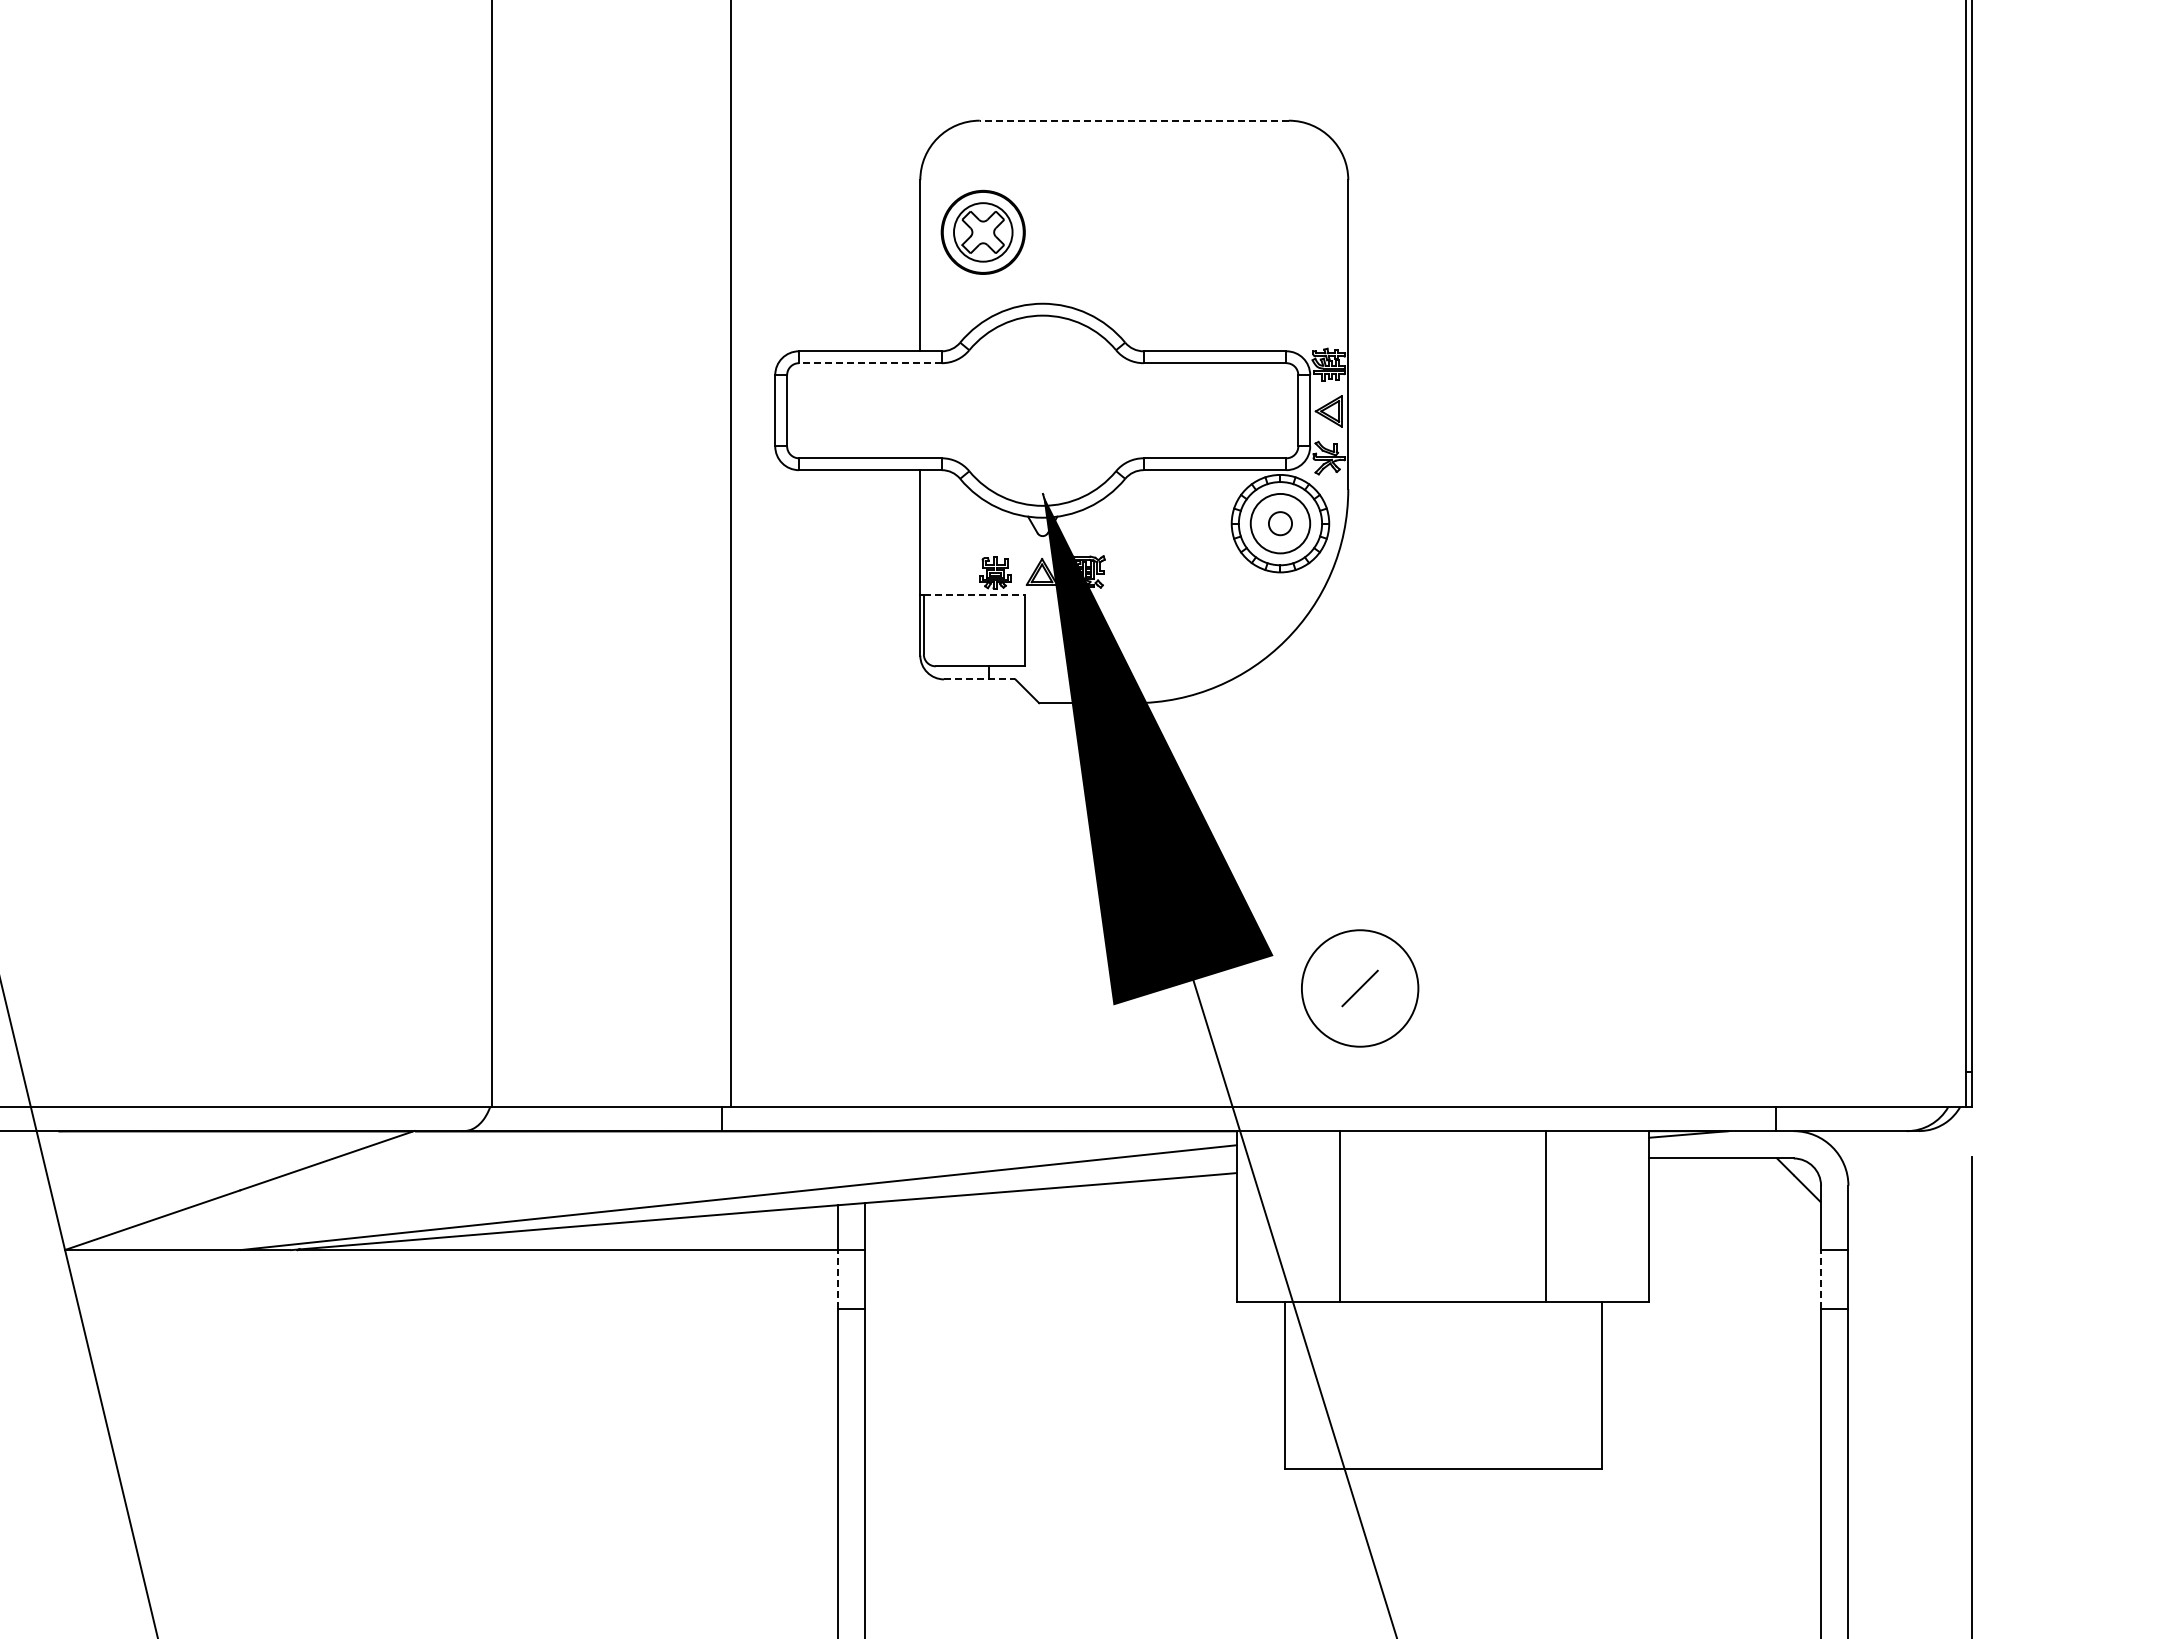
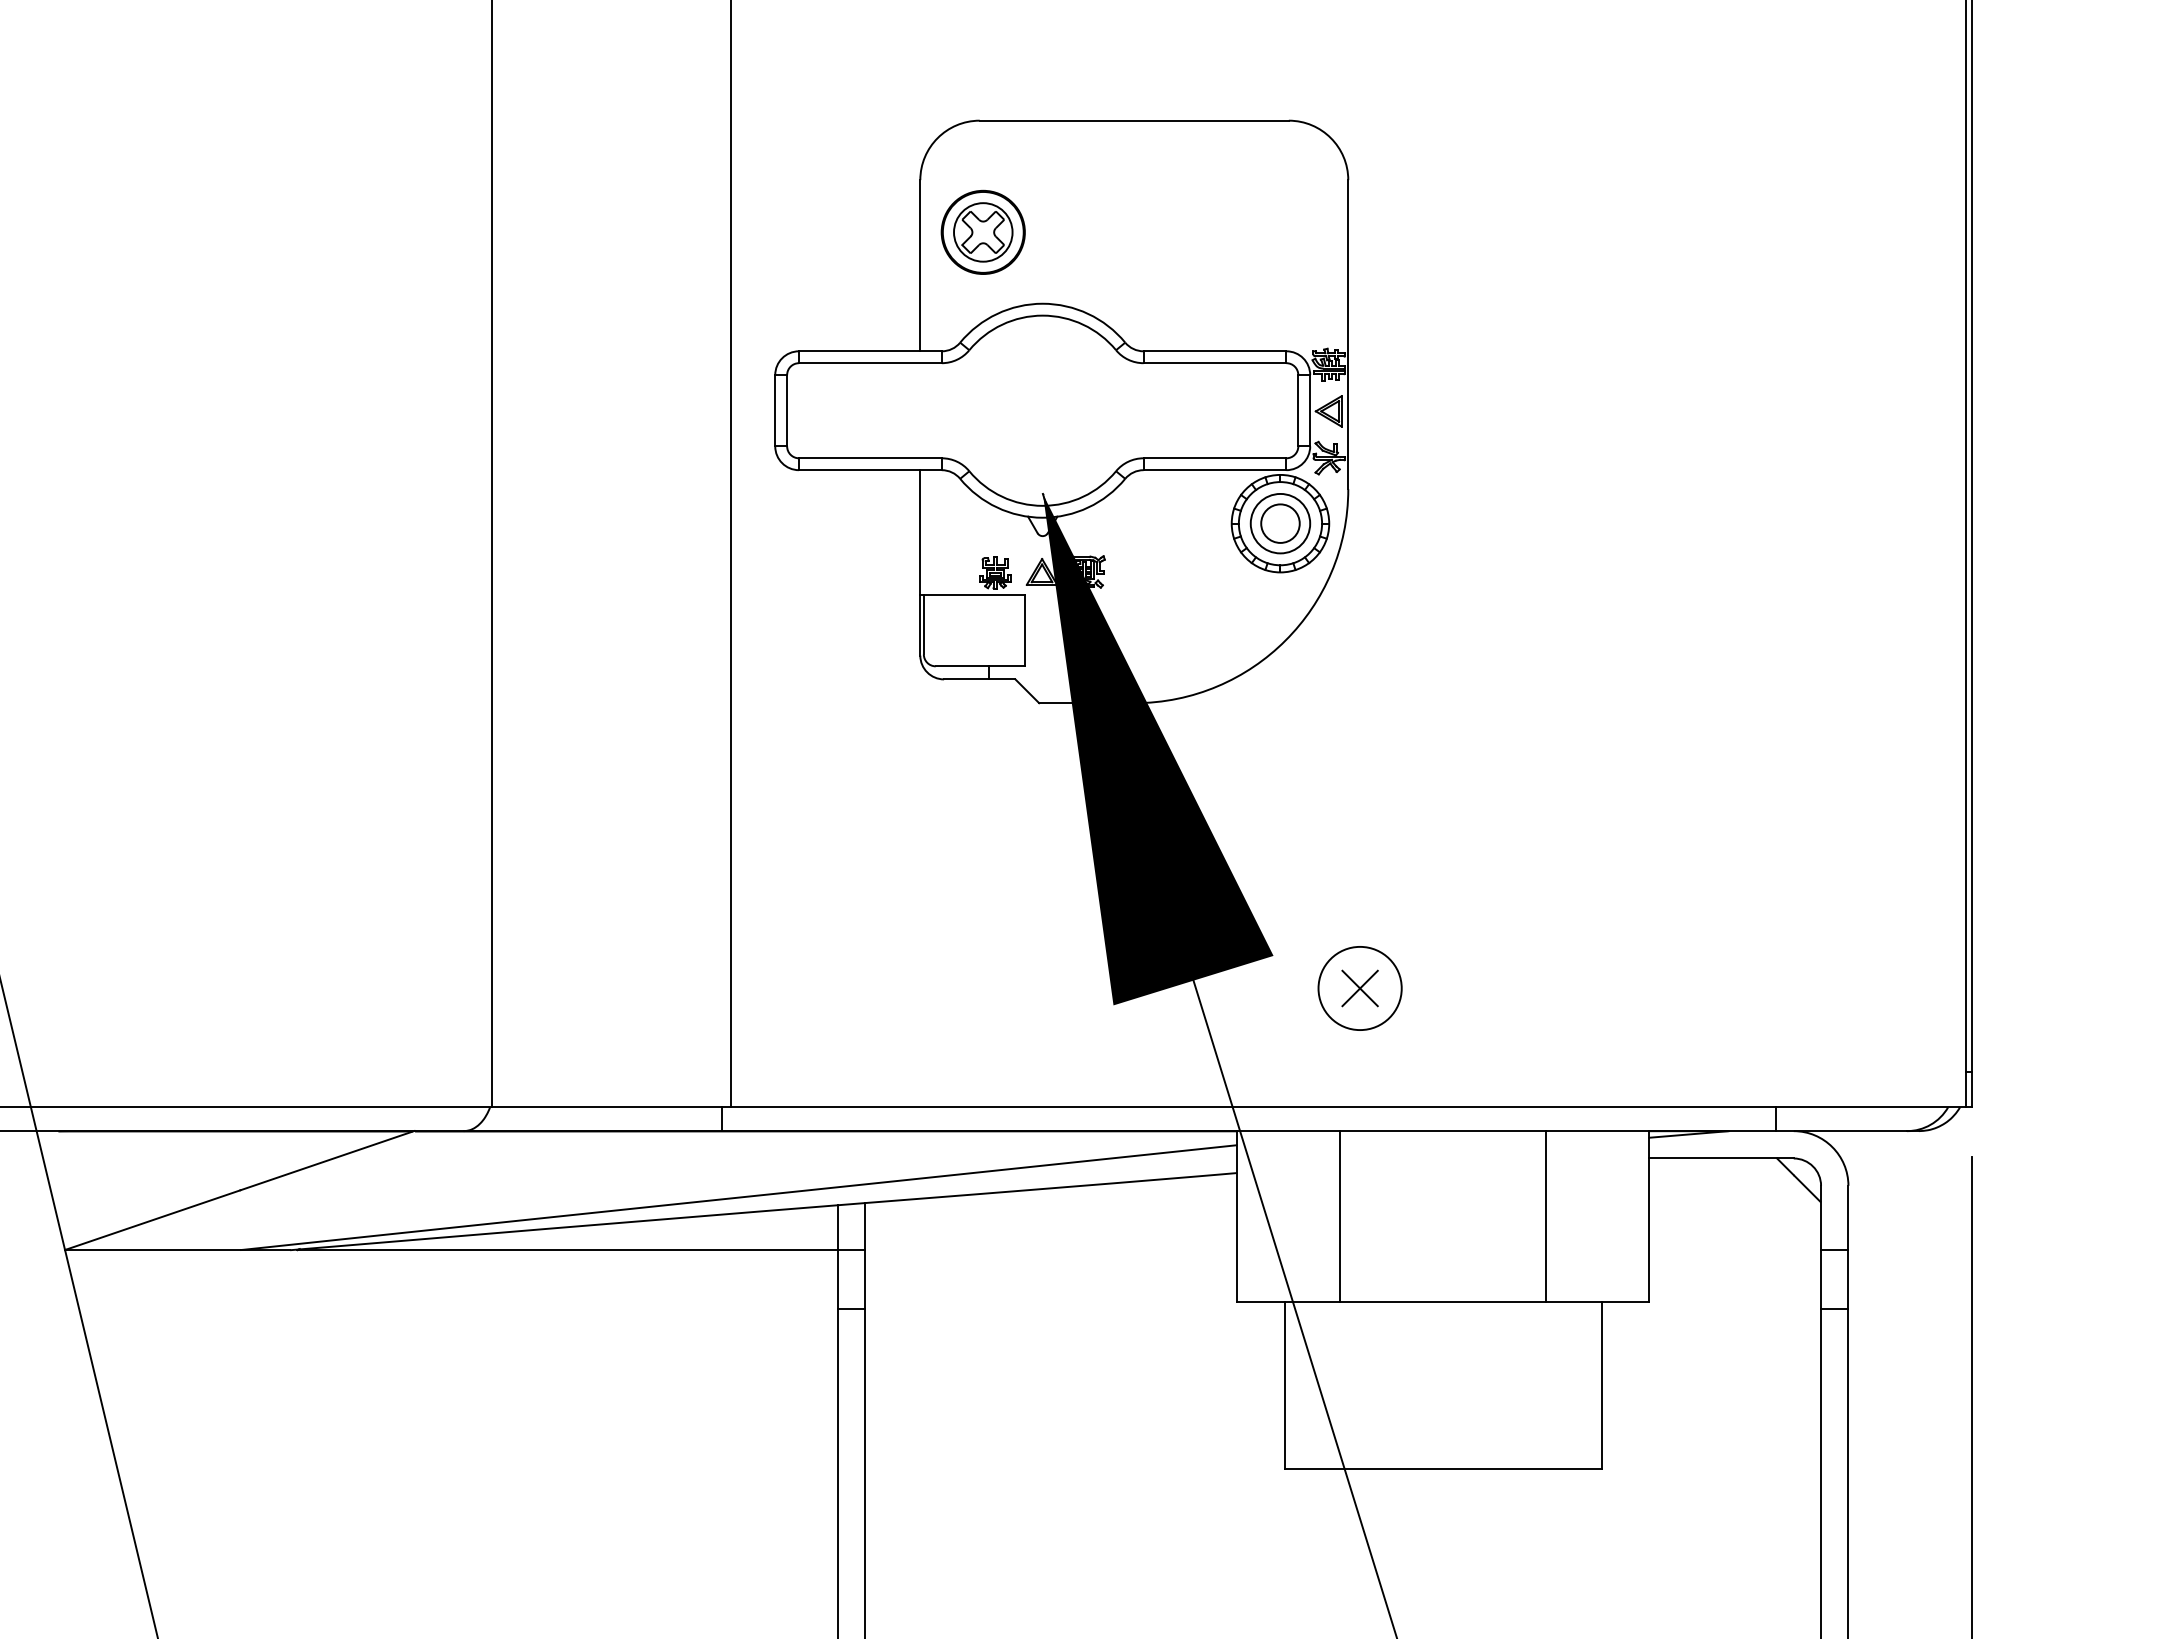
line at (1134, 120): dashed -> solid
line at (869, 363): dashed -> solid
circle at (1280, 523) diameter: 23 px -> 39 px
line at (974, 595): dashed -> solid
line at (979, 679): dashed -> solid
circle at (1359, 988) diameter: 116 px -> 83 px
line at (1359, 988): none -> present
line at (837, 1279): dashed -> solid
line at (1821, 1279): dashed -> solid
